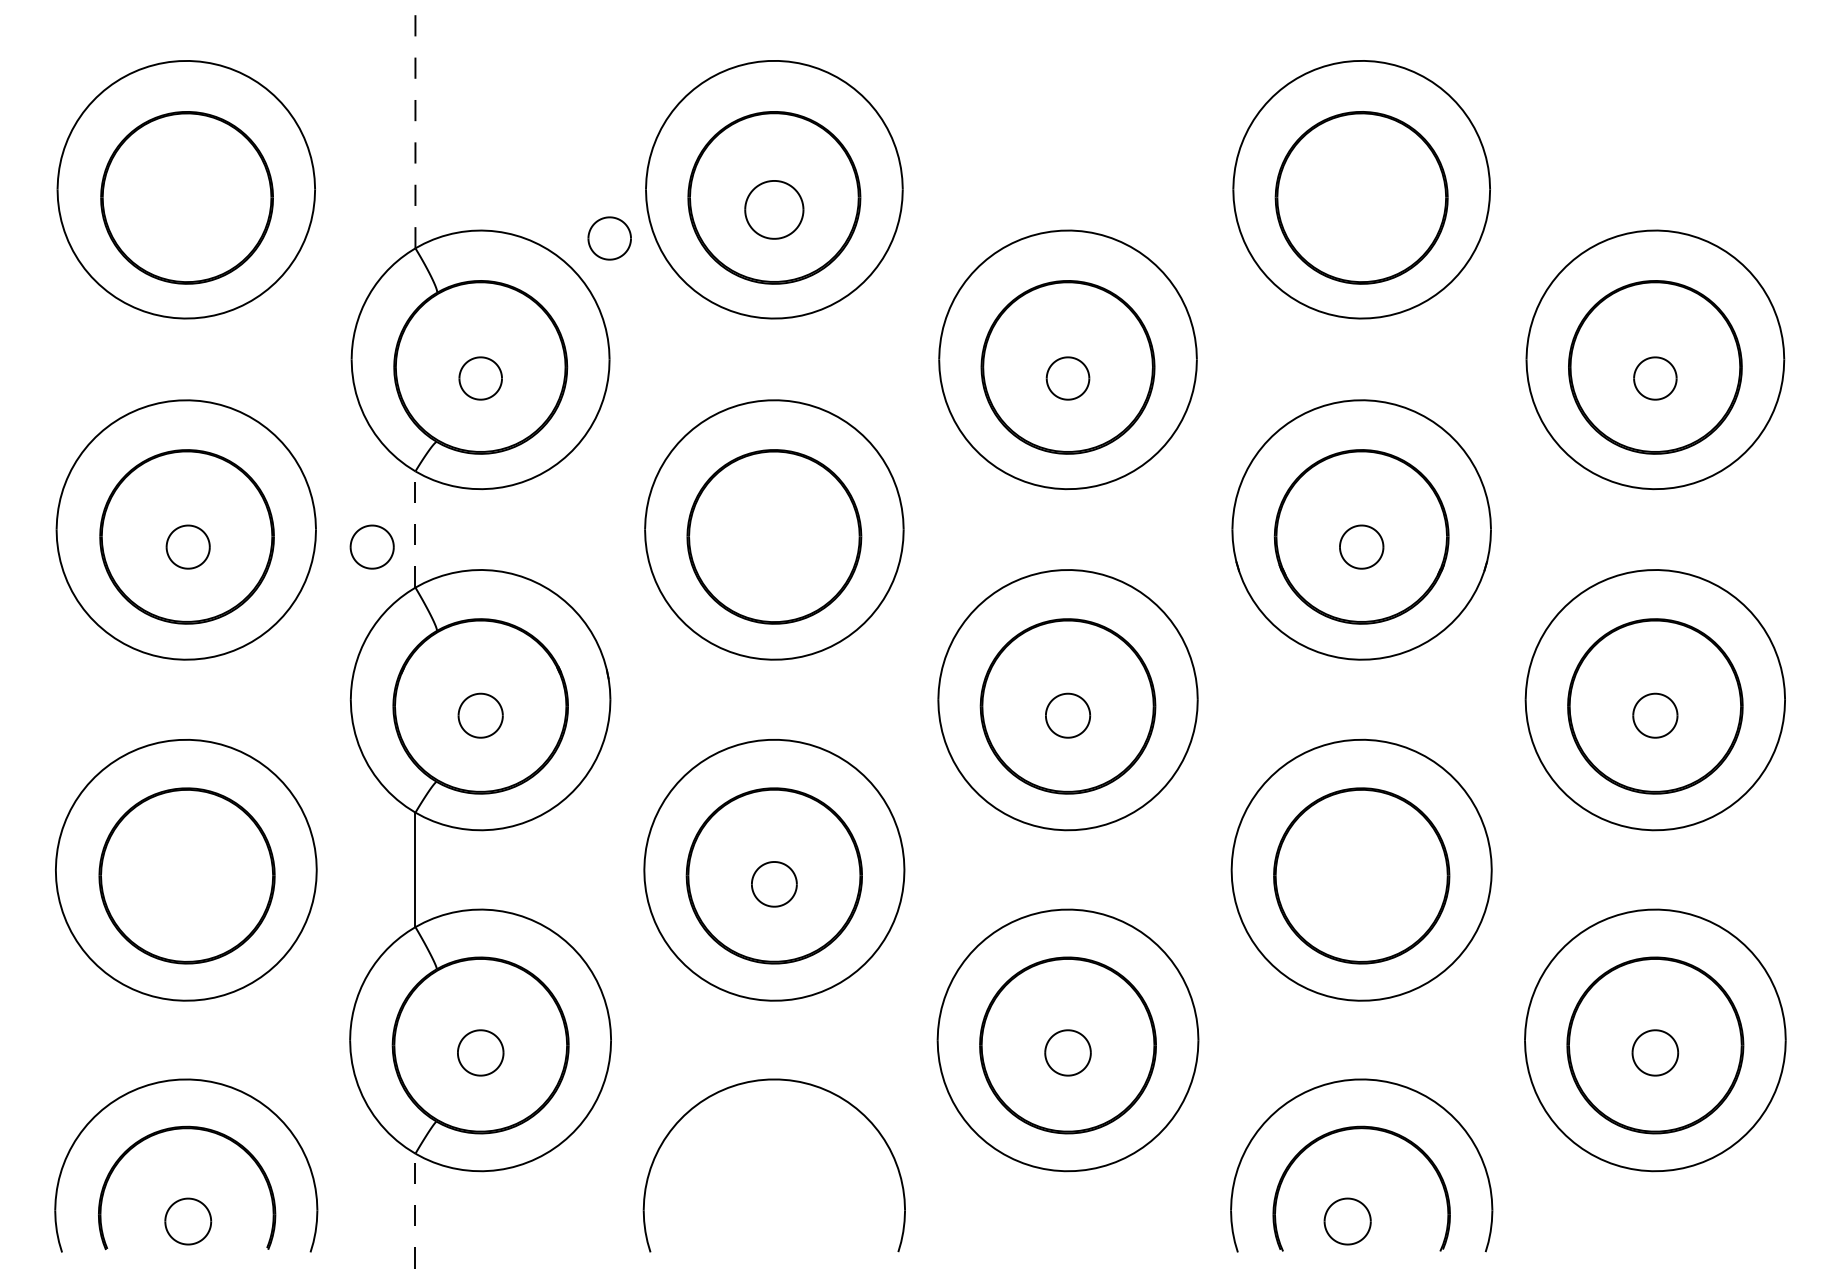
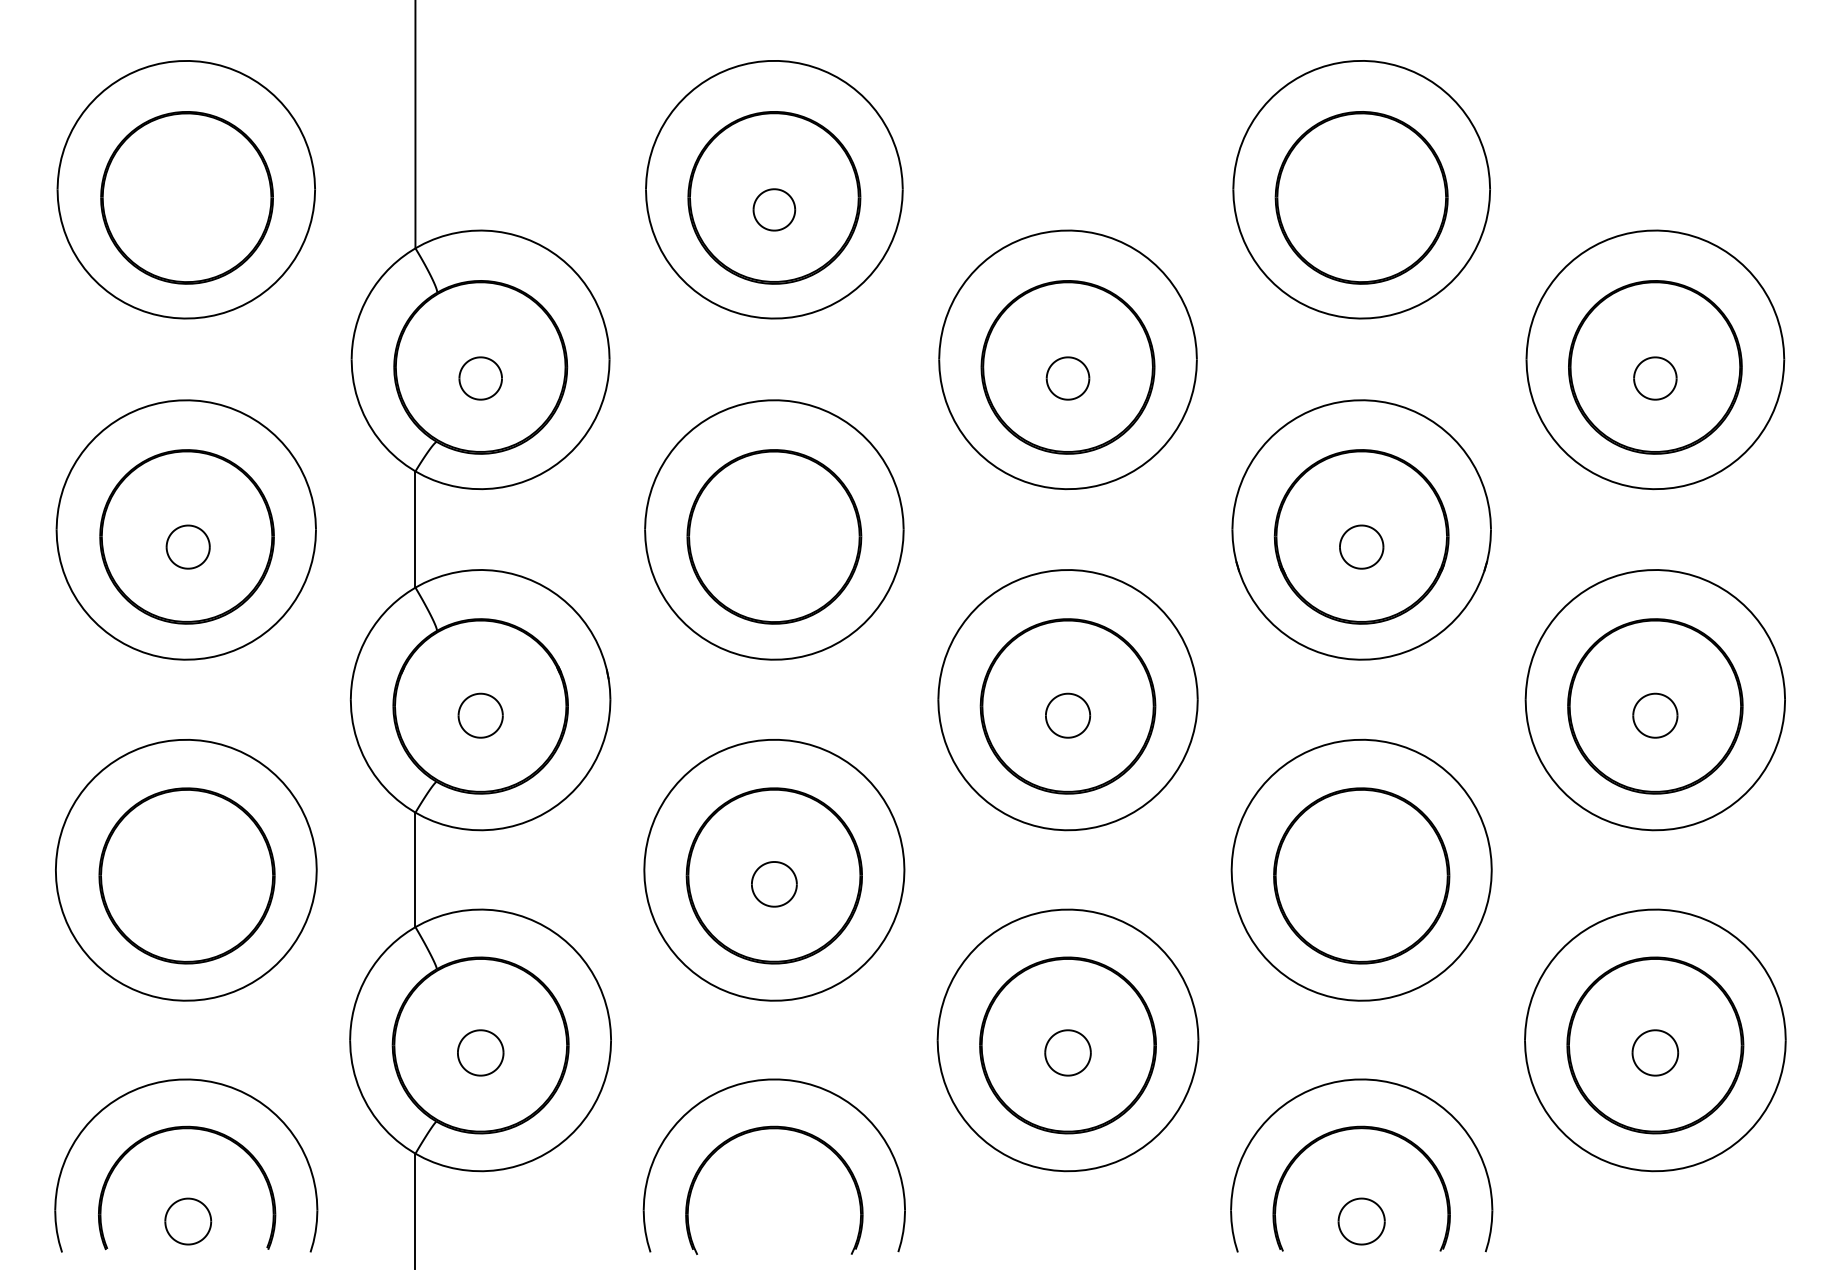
line at (415, 124): dashed -> solid
part at (774, 209) size: 61x60 px -> 45x44 px
part at (609, 238): present -> none
line at (415, 529): dashed -> solid
part at (371, 546): present -> none
part at (774, 1129): none -> present
line at (415, 1210): dashed -> solid
part at (1347, 1221) position: (1347, 1221) -> (1361, 1221)
